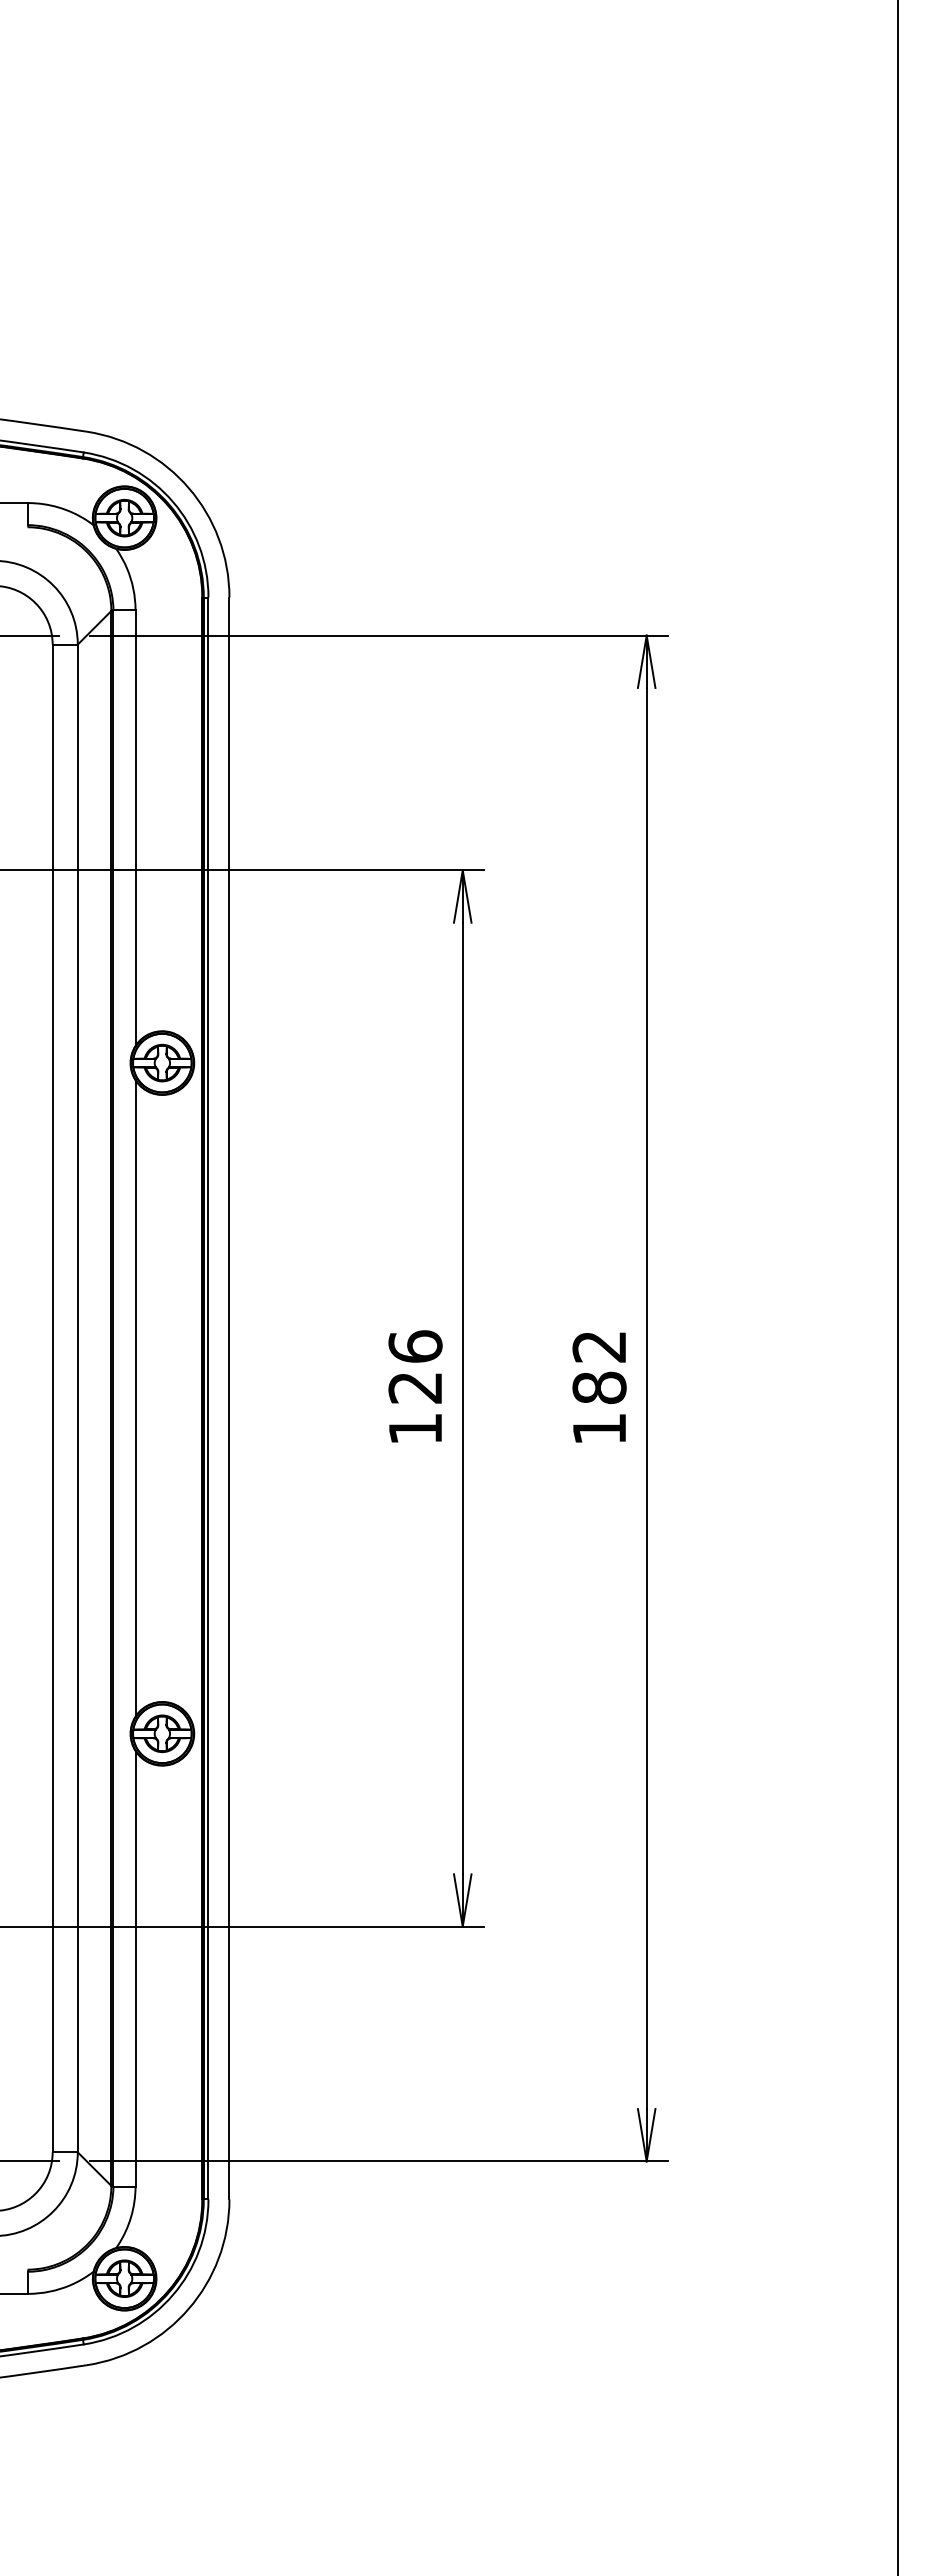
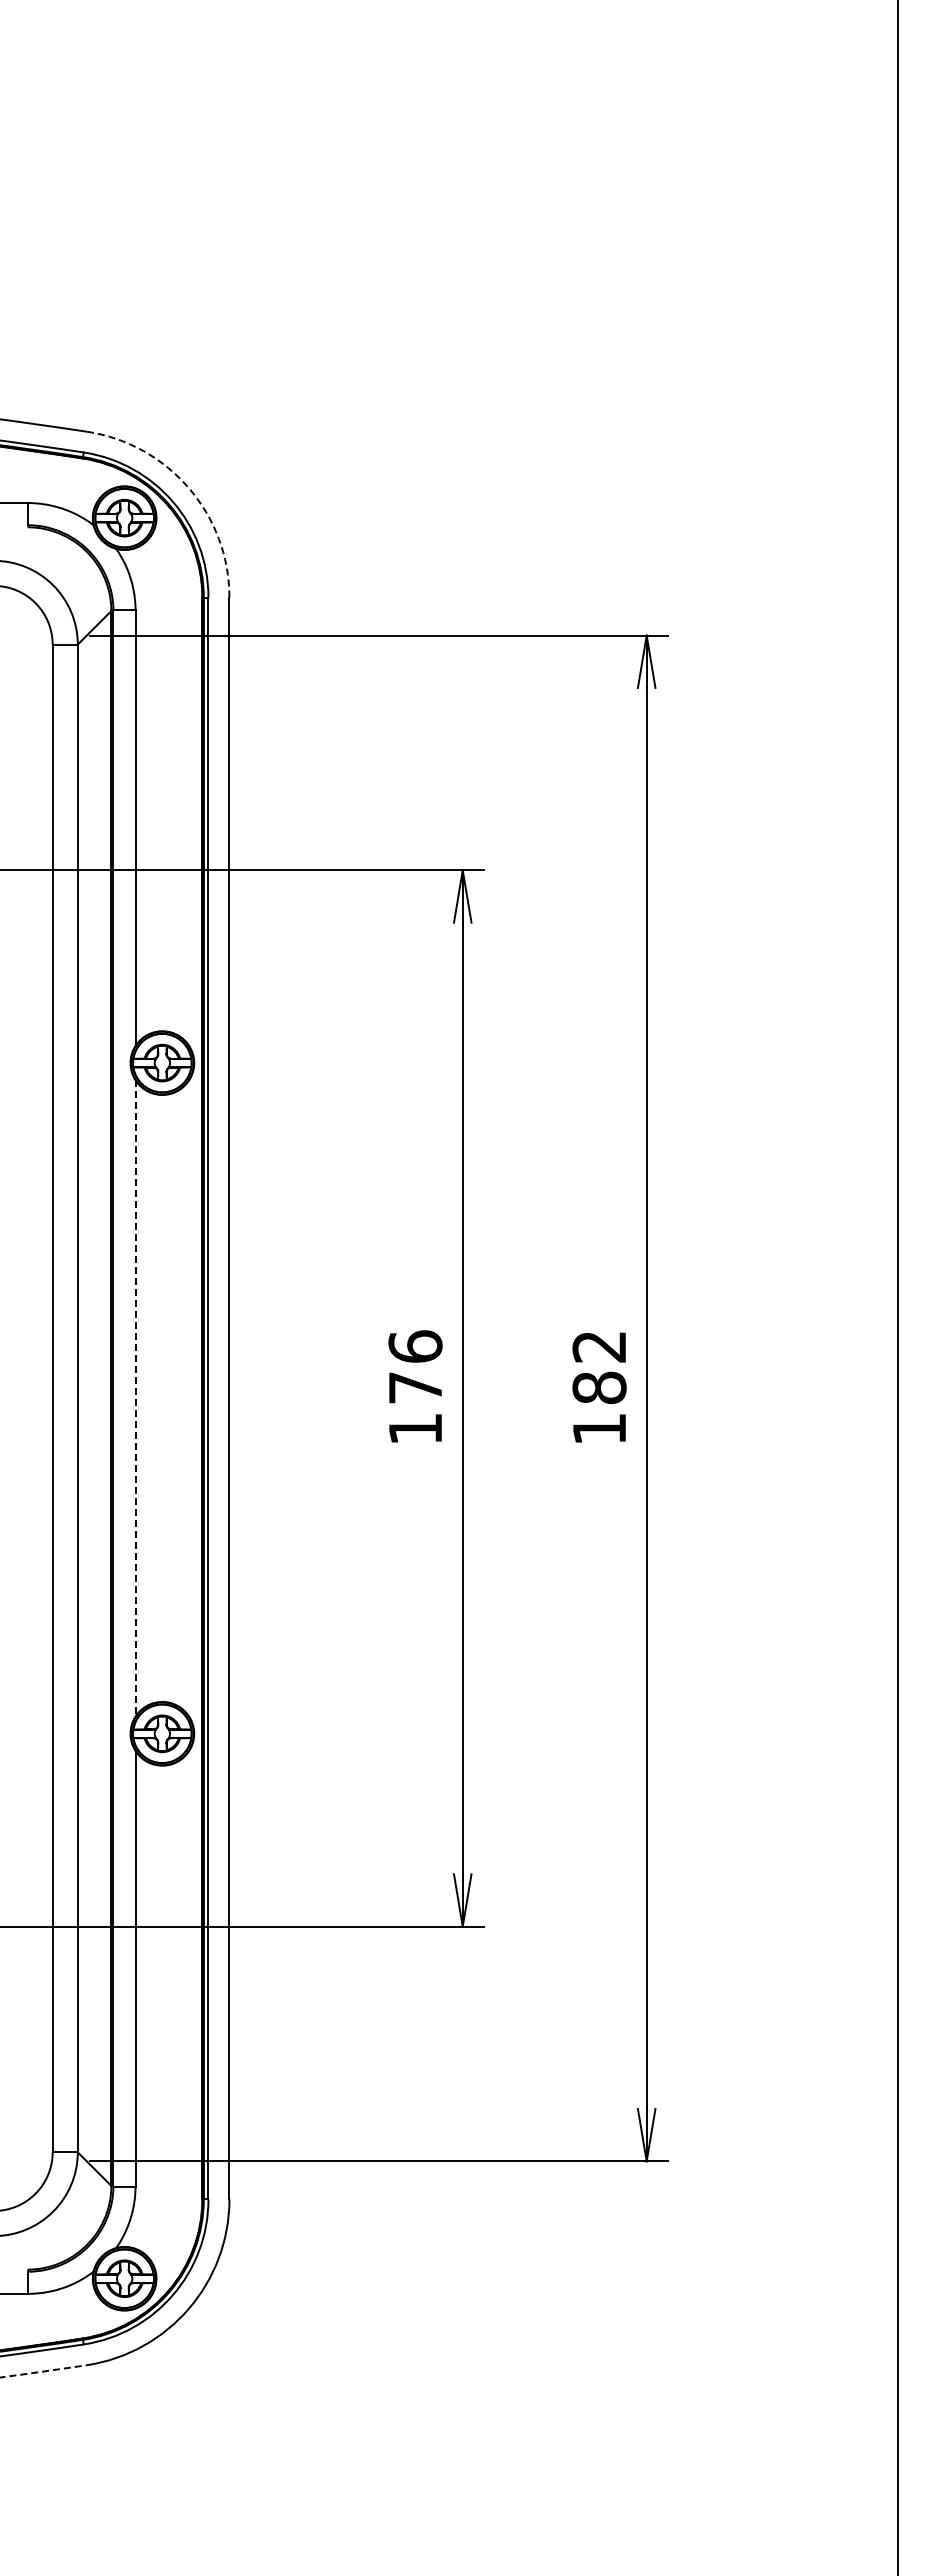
arc at (188, 488): solid -> dashed
line at (30, 635): present -> none
text at (414, 1387): 126 -> 176
line at (135, 1398): solid -> dashed
line at (30, 2161): present -> none
arc at (43, 2371): solid -> dashed
